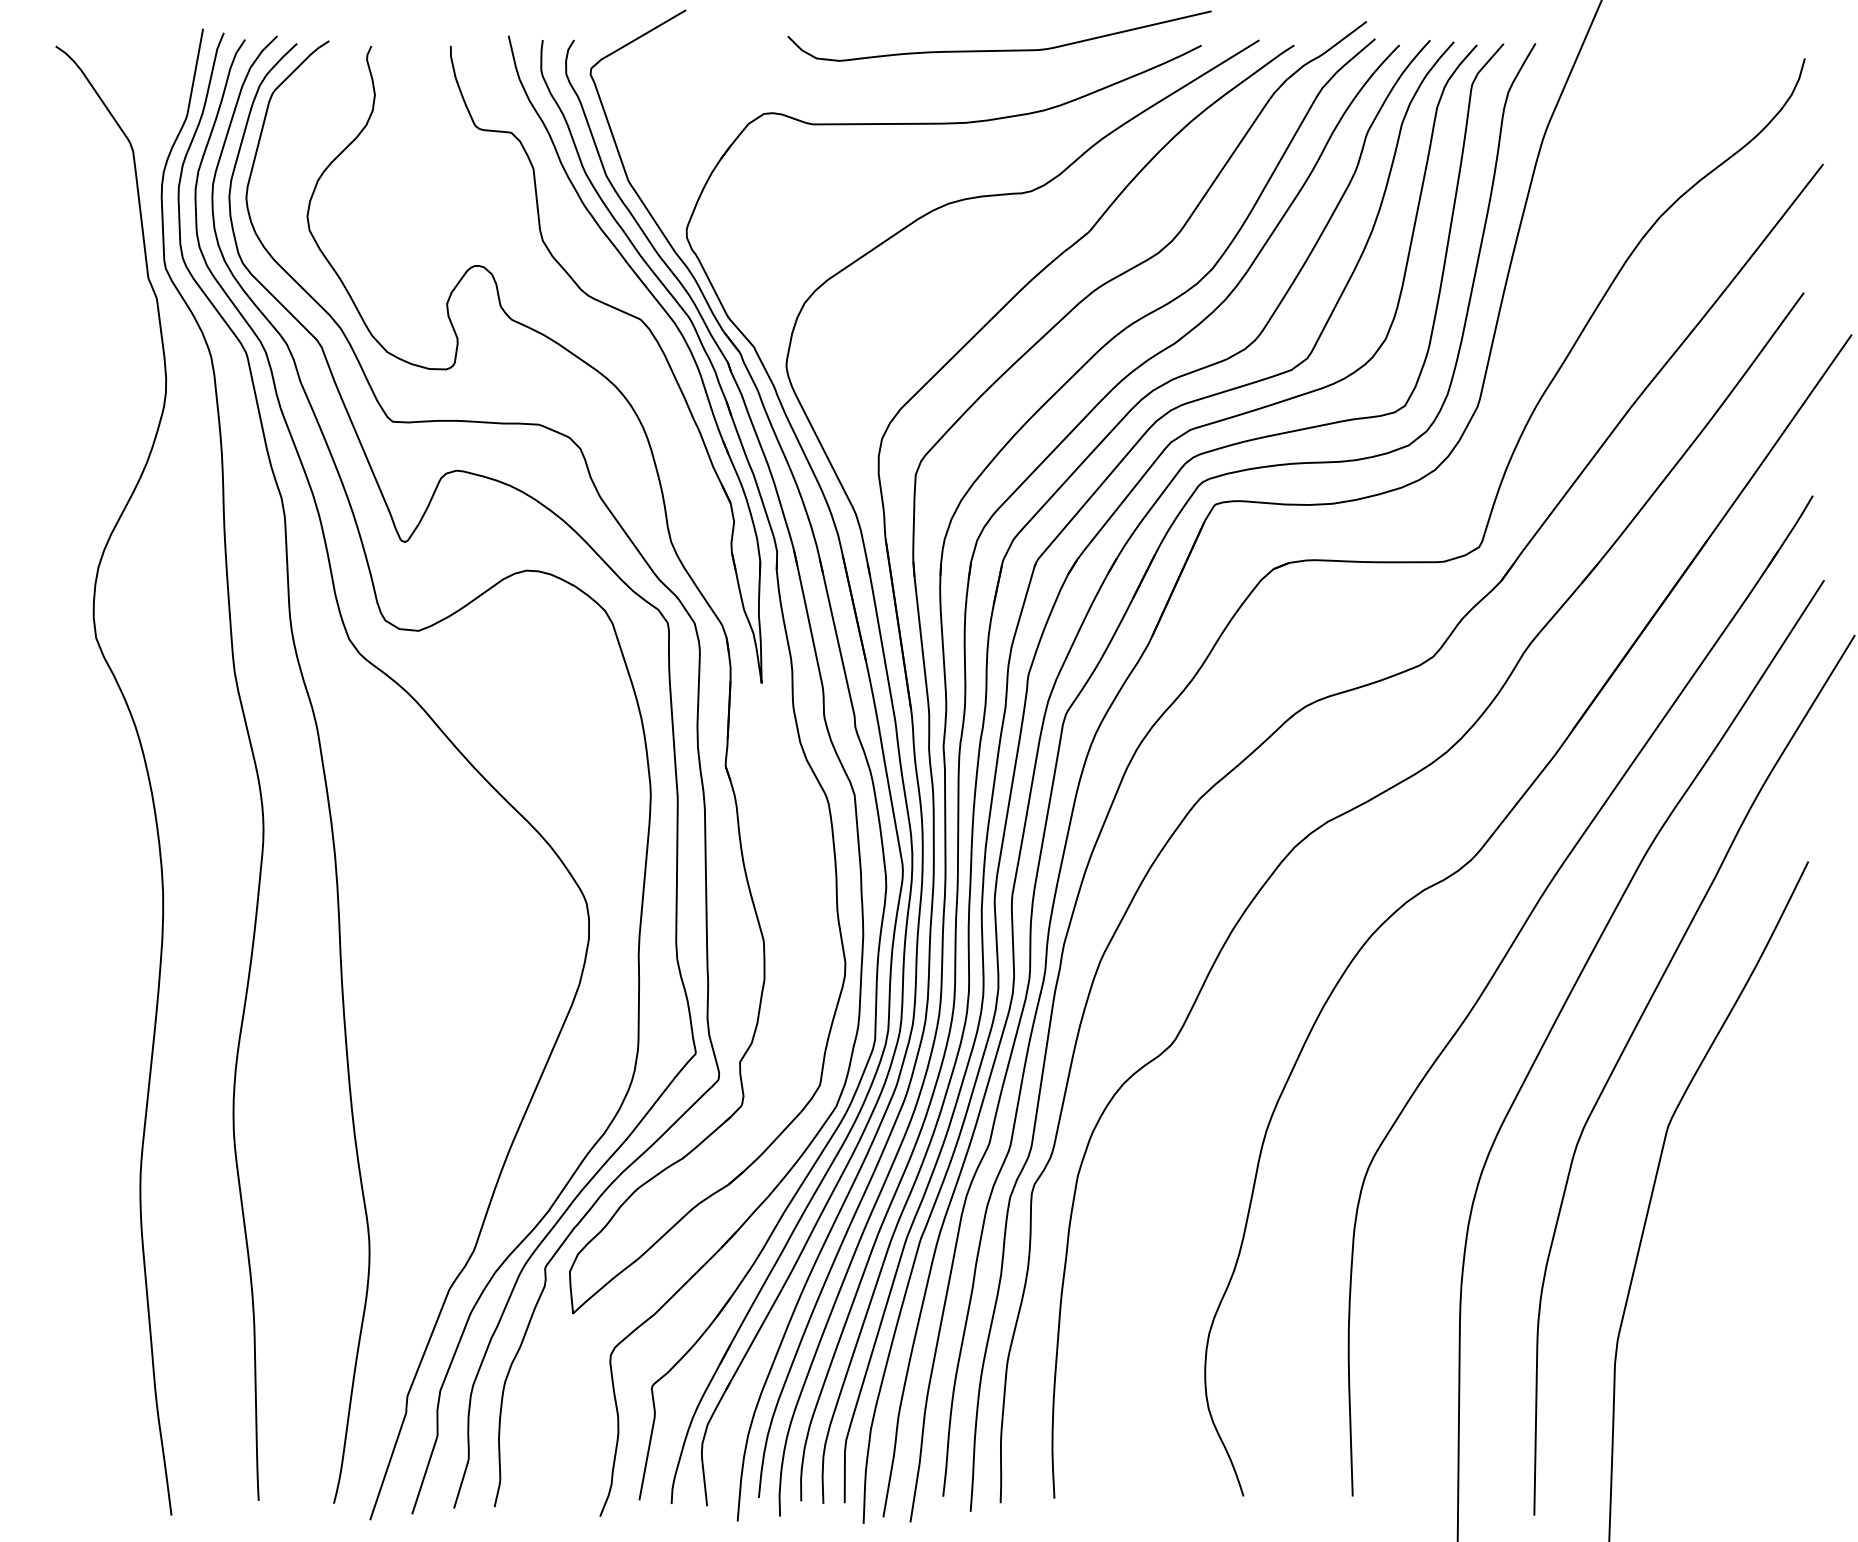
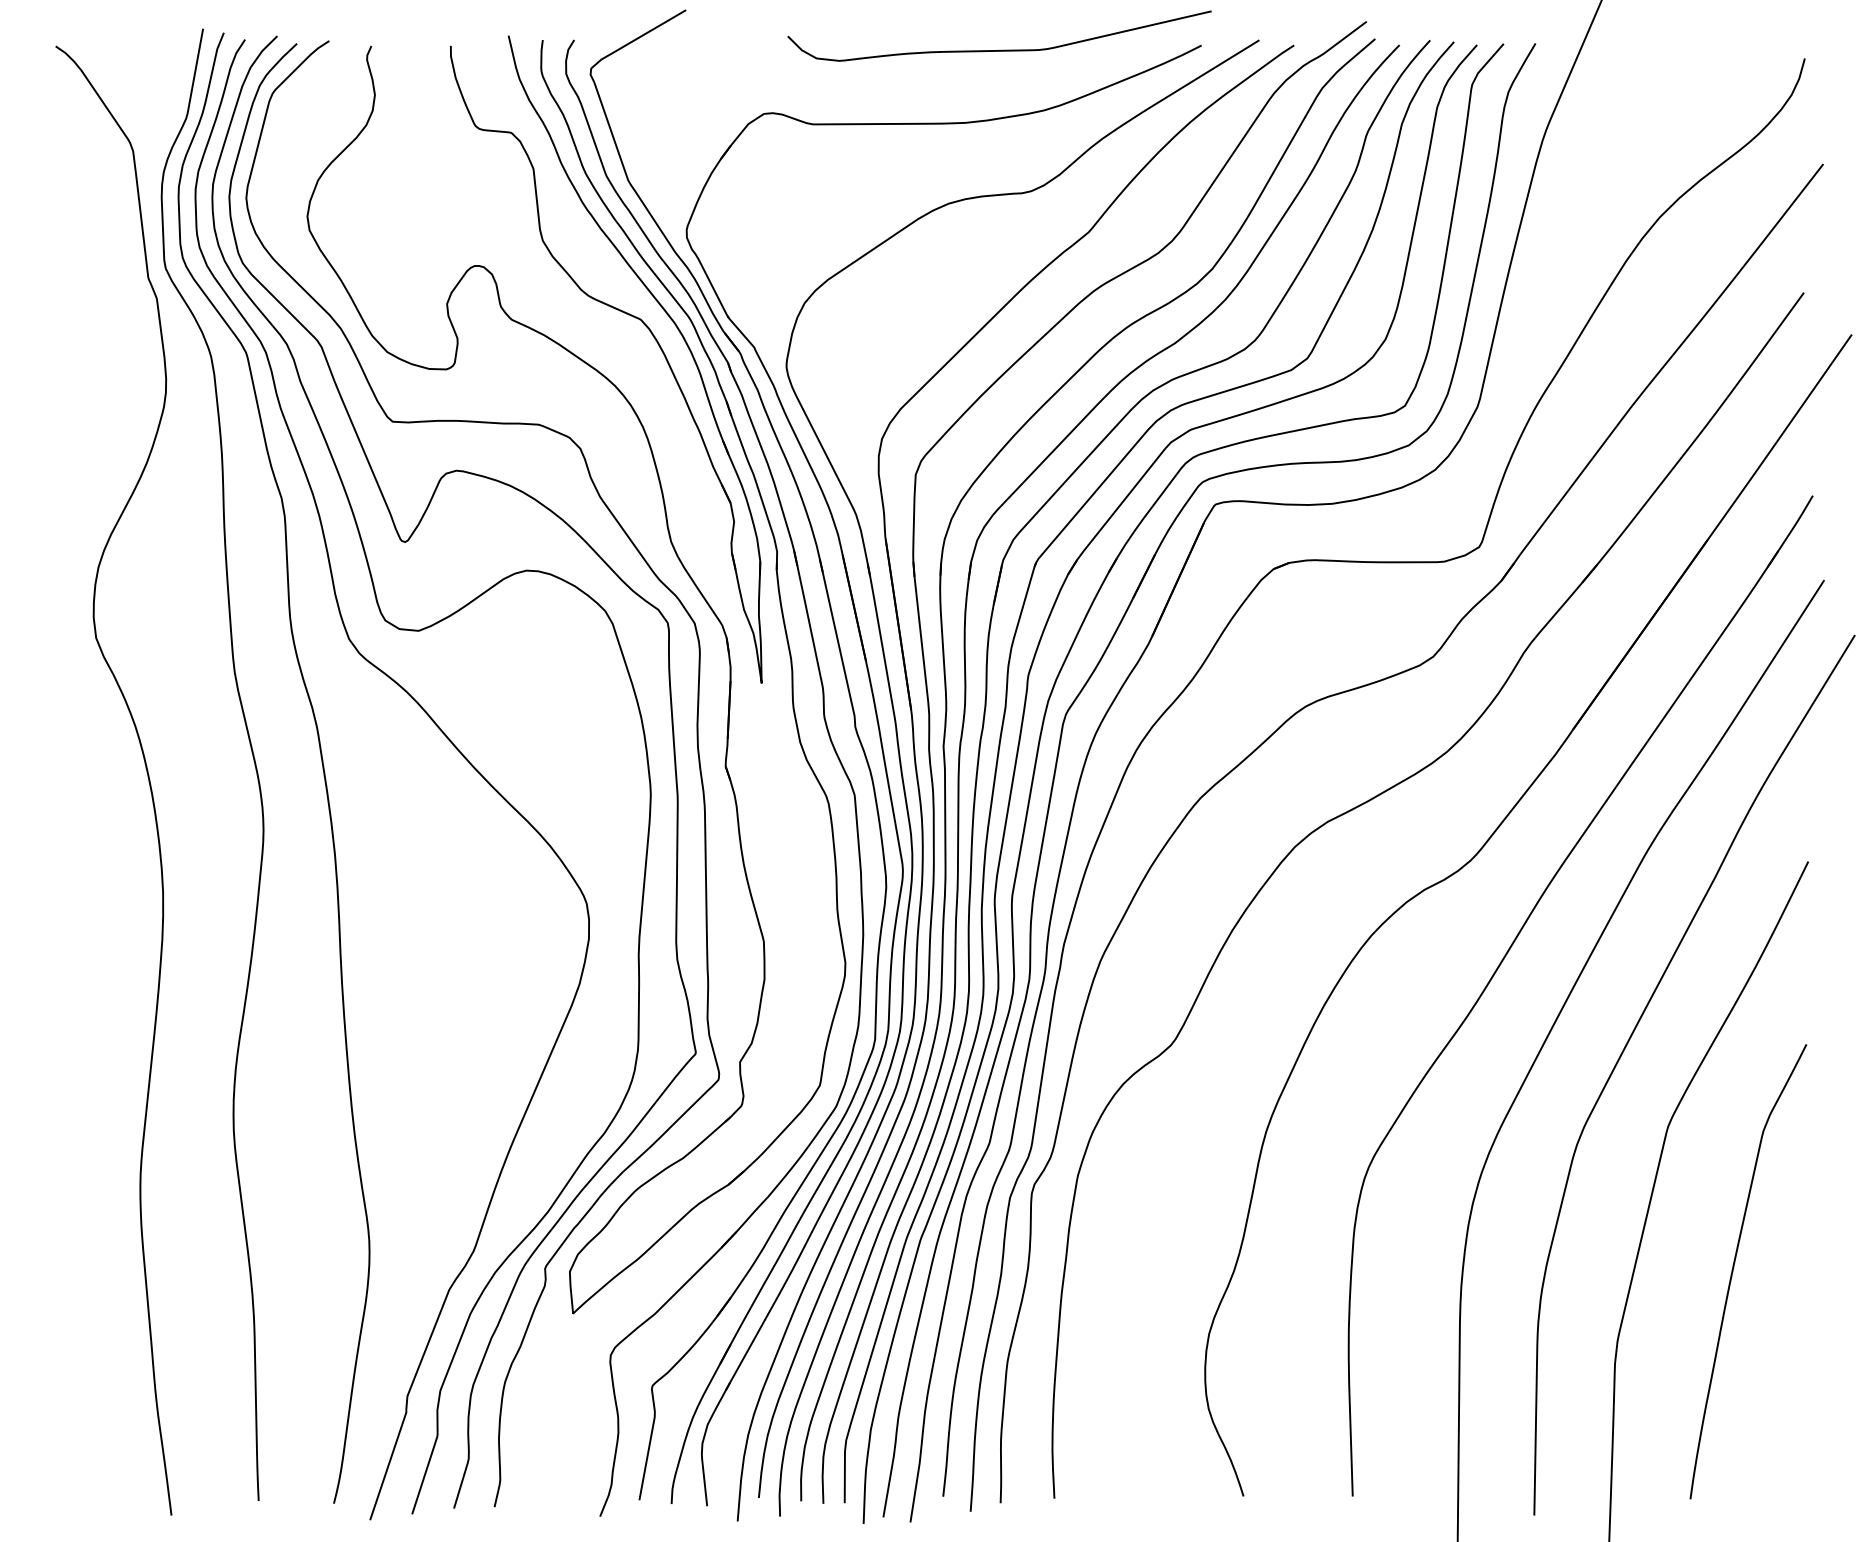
curve at (1734, 1267): none -> present
